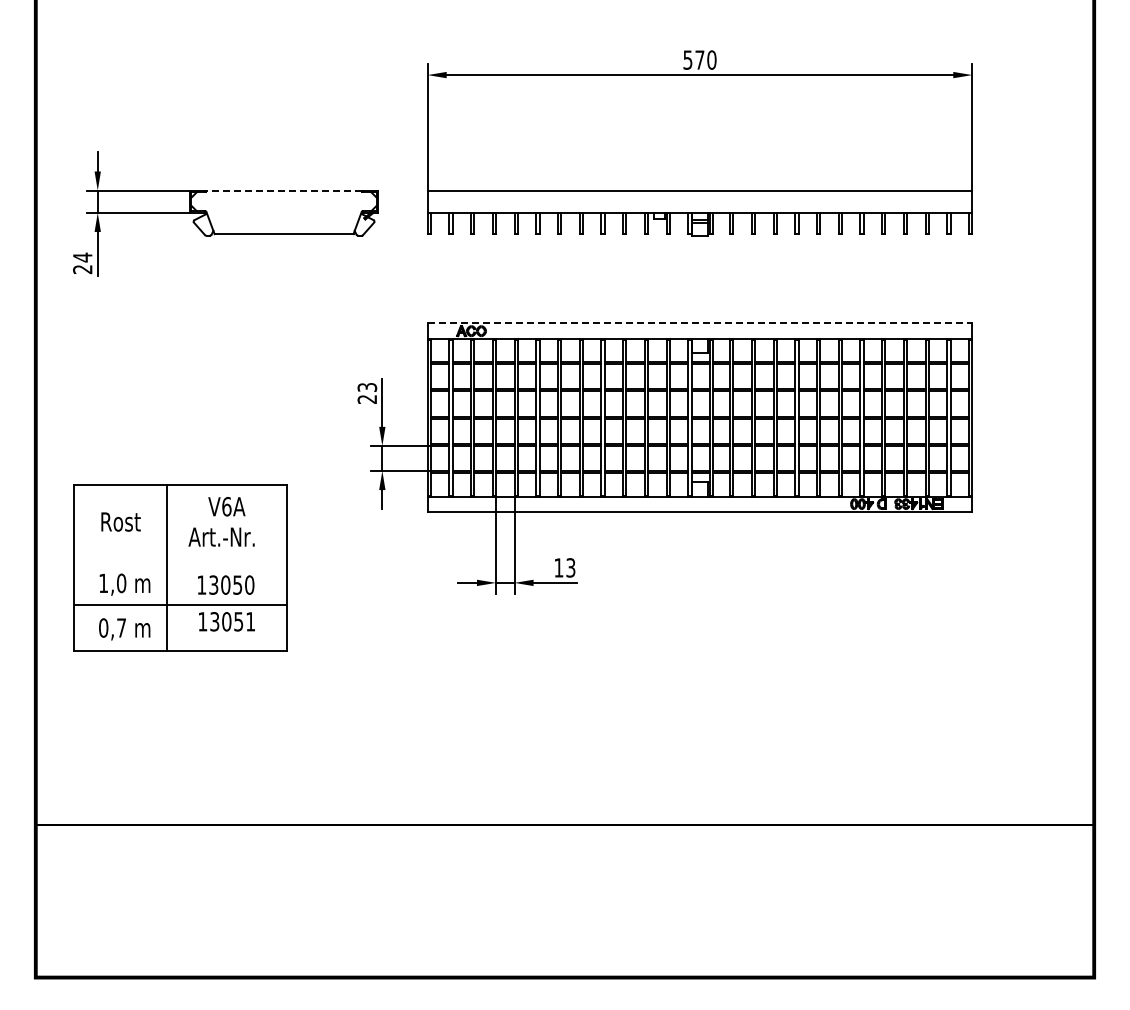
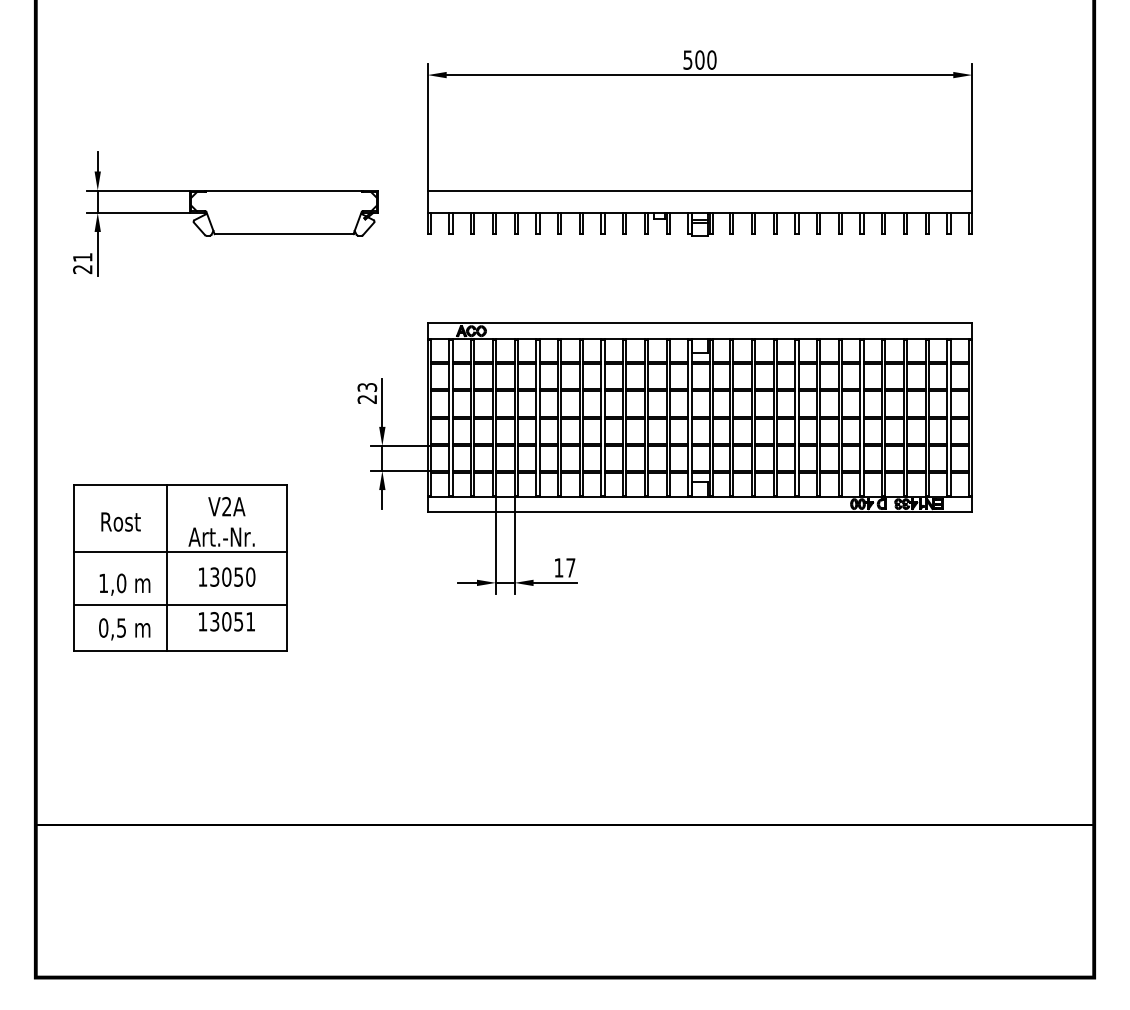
text at (699, 59): 570 -> 500
line at (284, 190): dashed -> solid
text at (82, 257): 24 -> 21
line at (700, 323): dashed -> solid
text at (226, 506): V6A -> V2A
line at (180, 552): none -> present
text at (570, 567): 13 -> 17
text at (226, 584) position: (226, 584) -> (227, 576)
text at (121, 627): 0,7 -> 0,5
